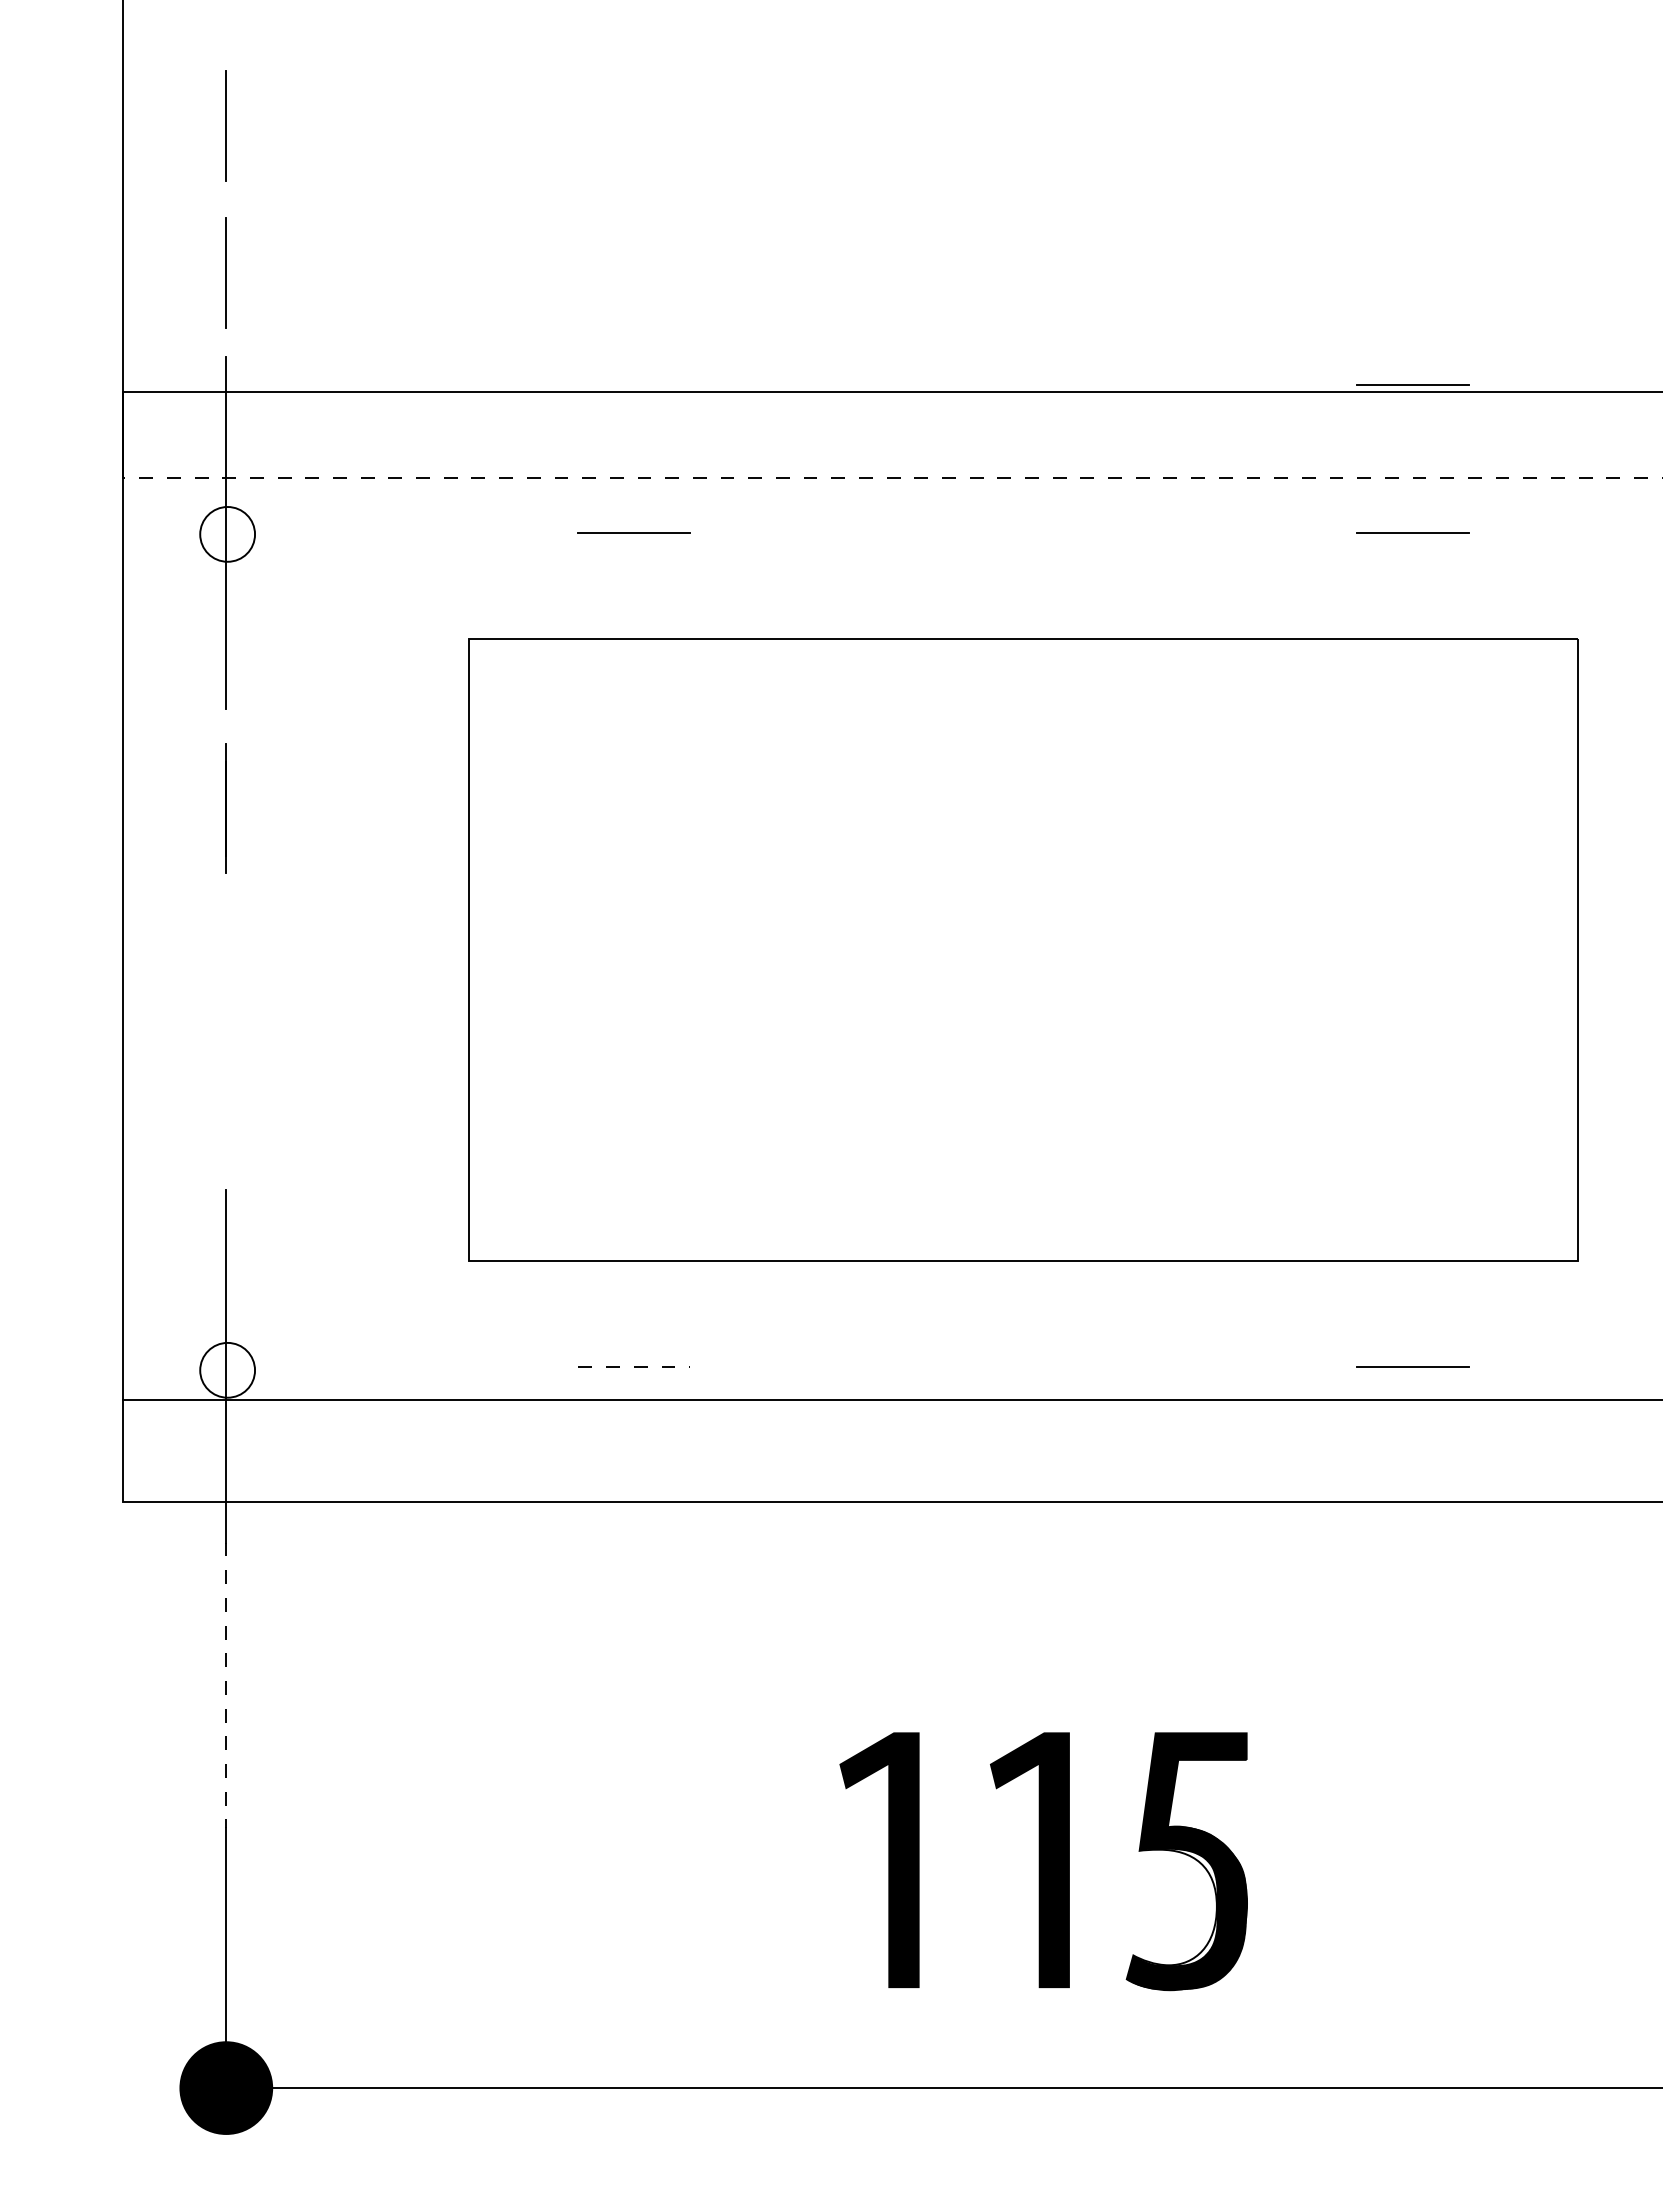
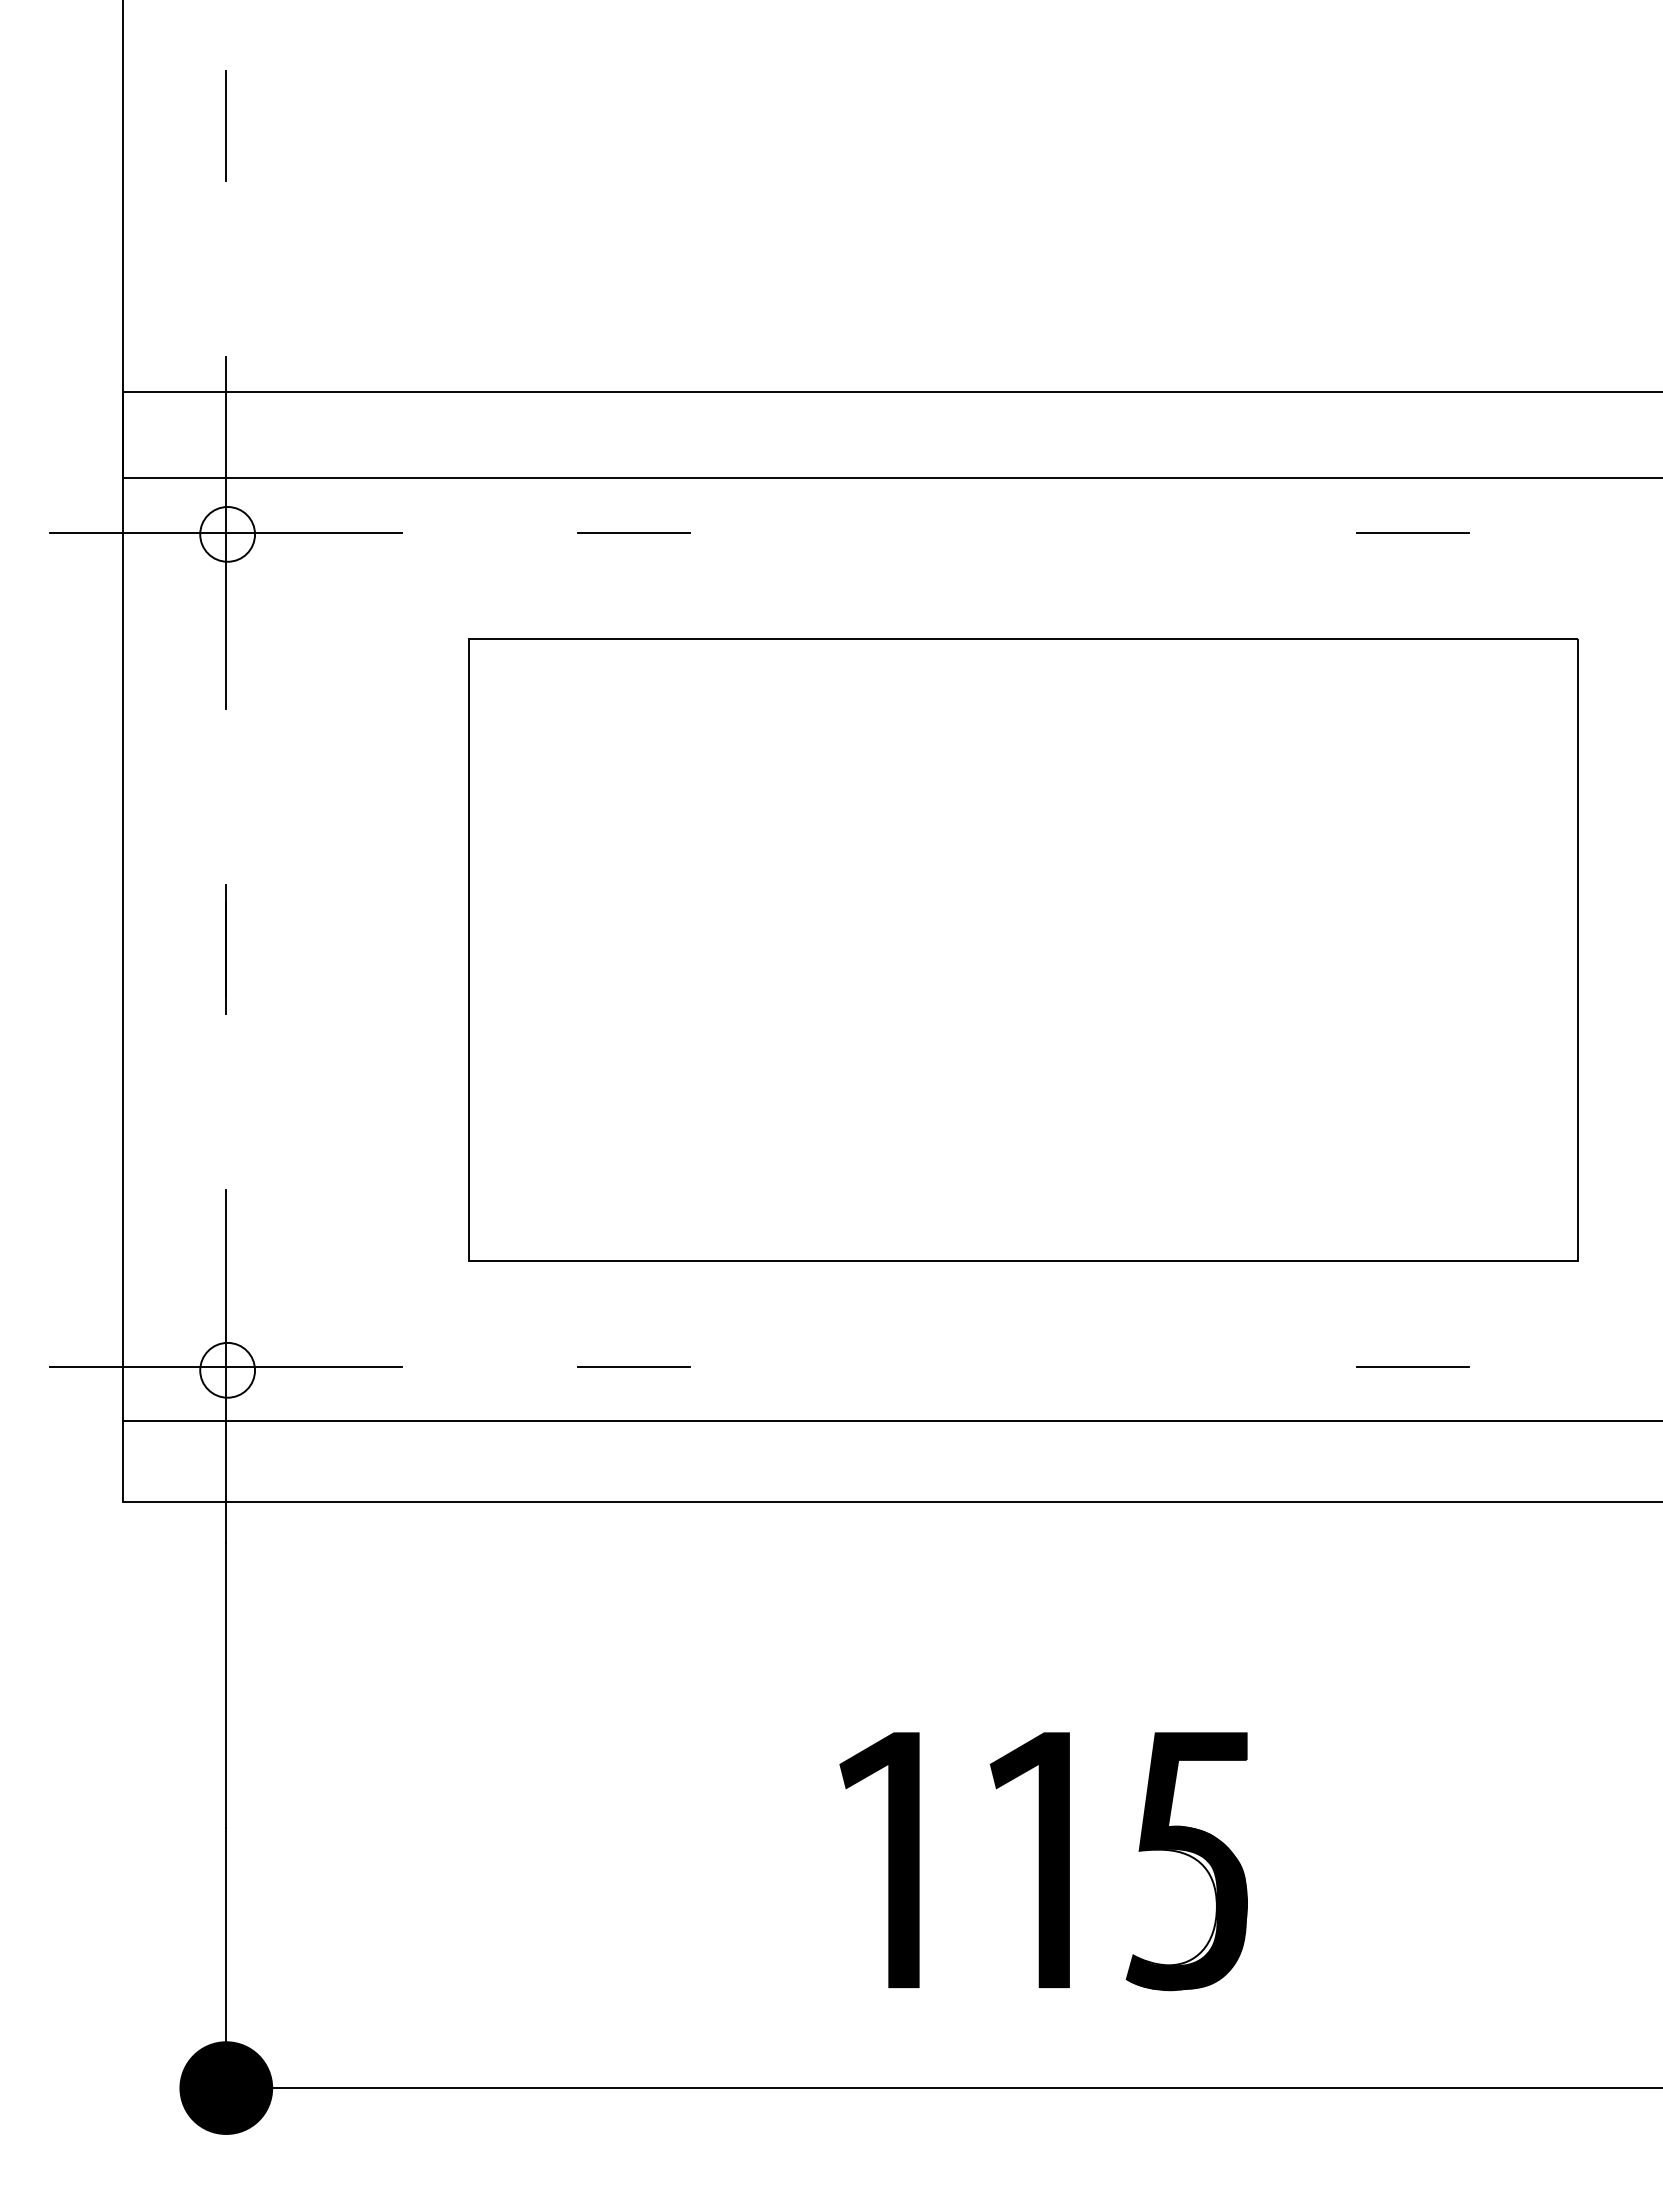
line at (225, 272): present -> none
line at (1412, 384): present -> none
line at (892, 478): dashed -> solid
line at (226, 532): none -> present
line at (225, 808) position: (225, 808) -> (225, 949)
line at (226, 1366): none -> present
line at (634, 1366): dashed -> solid
line at (890, 1400) position: (890, 1400) -> (890, 1421)
line at (226, 1685): dashed -> solid
